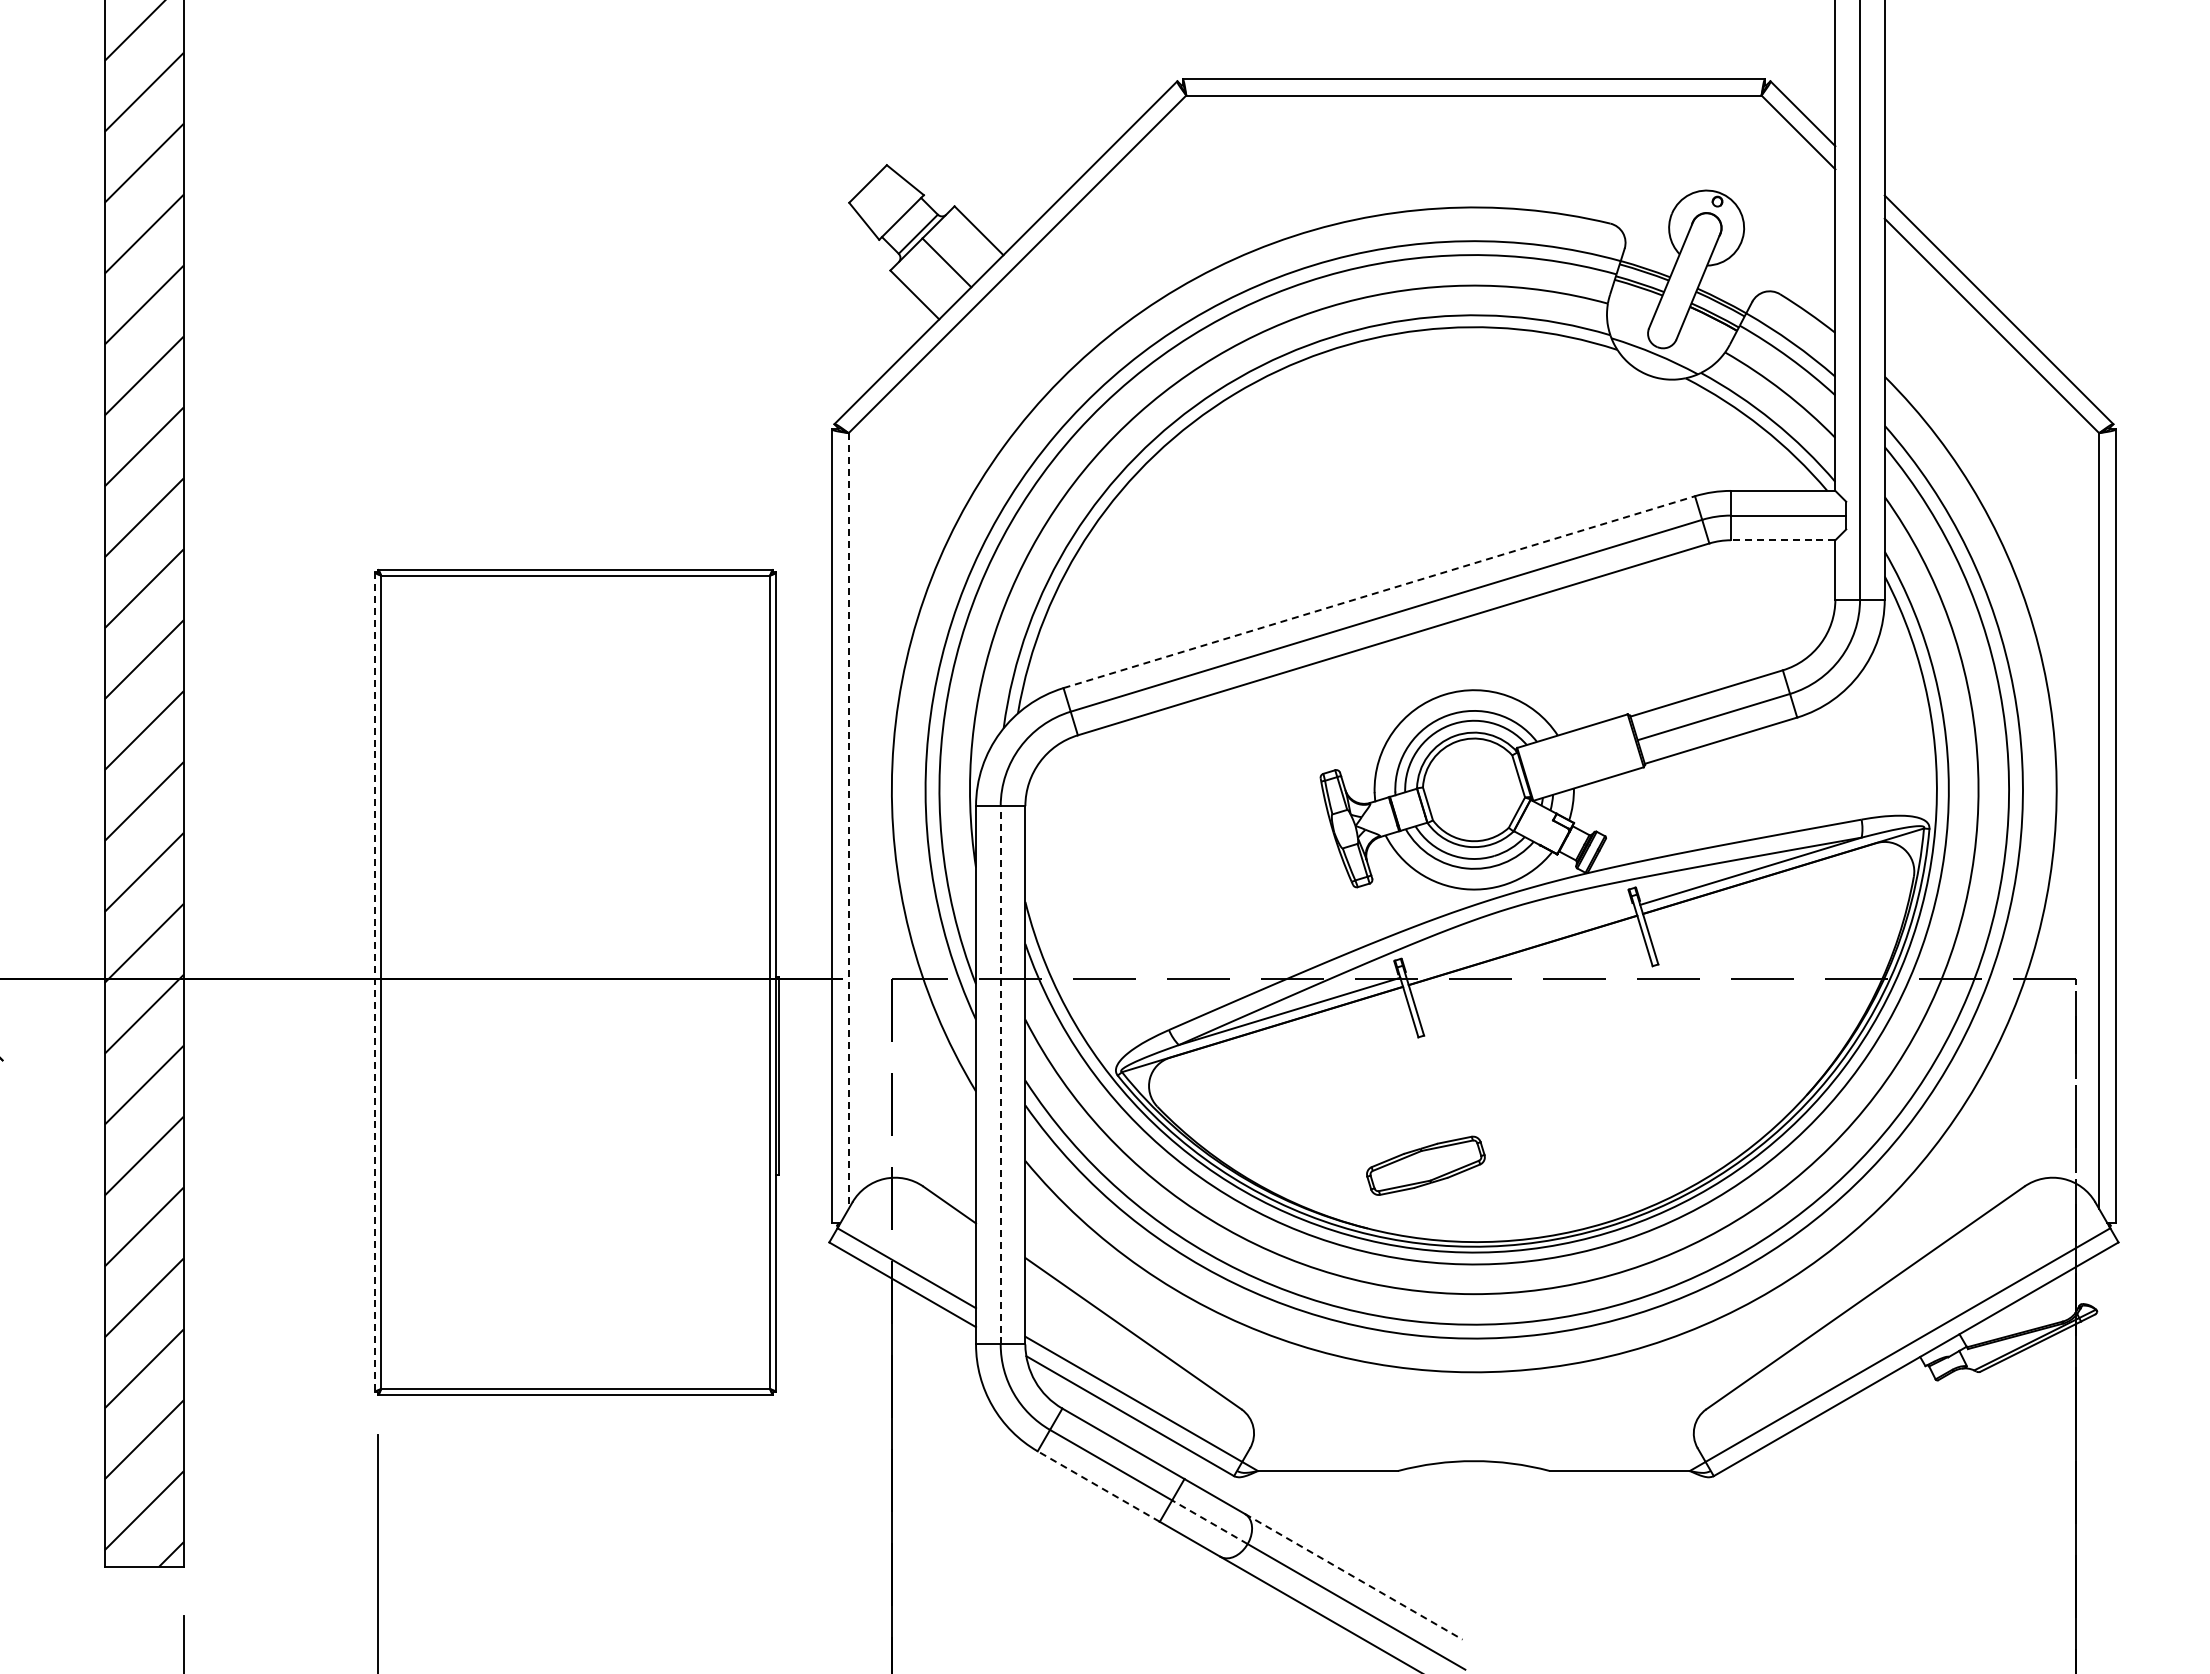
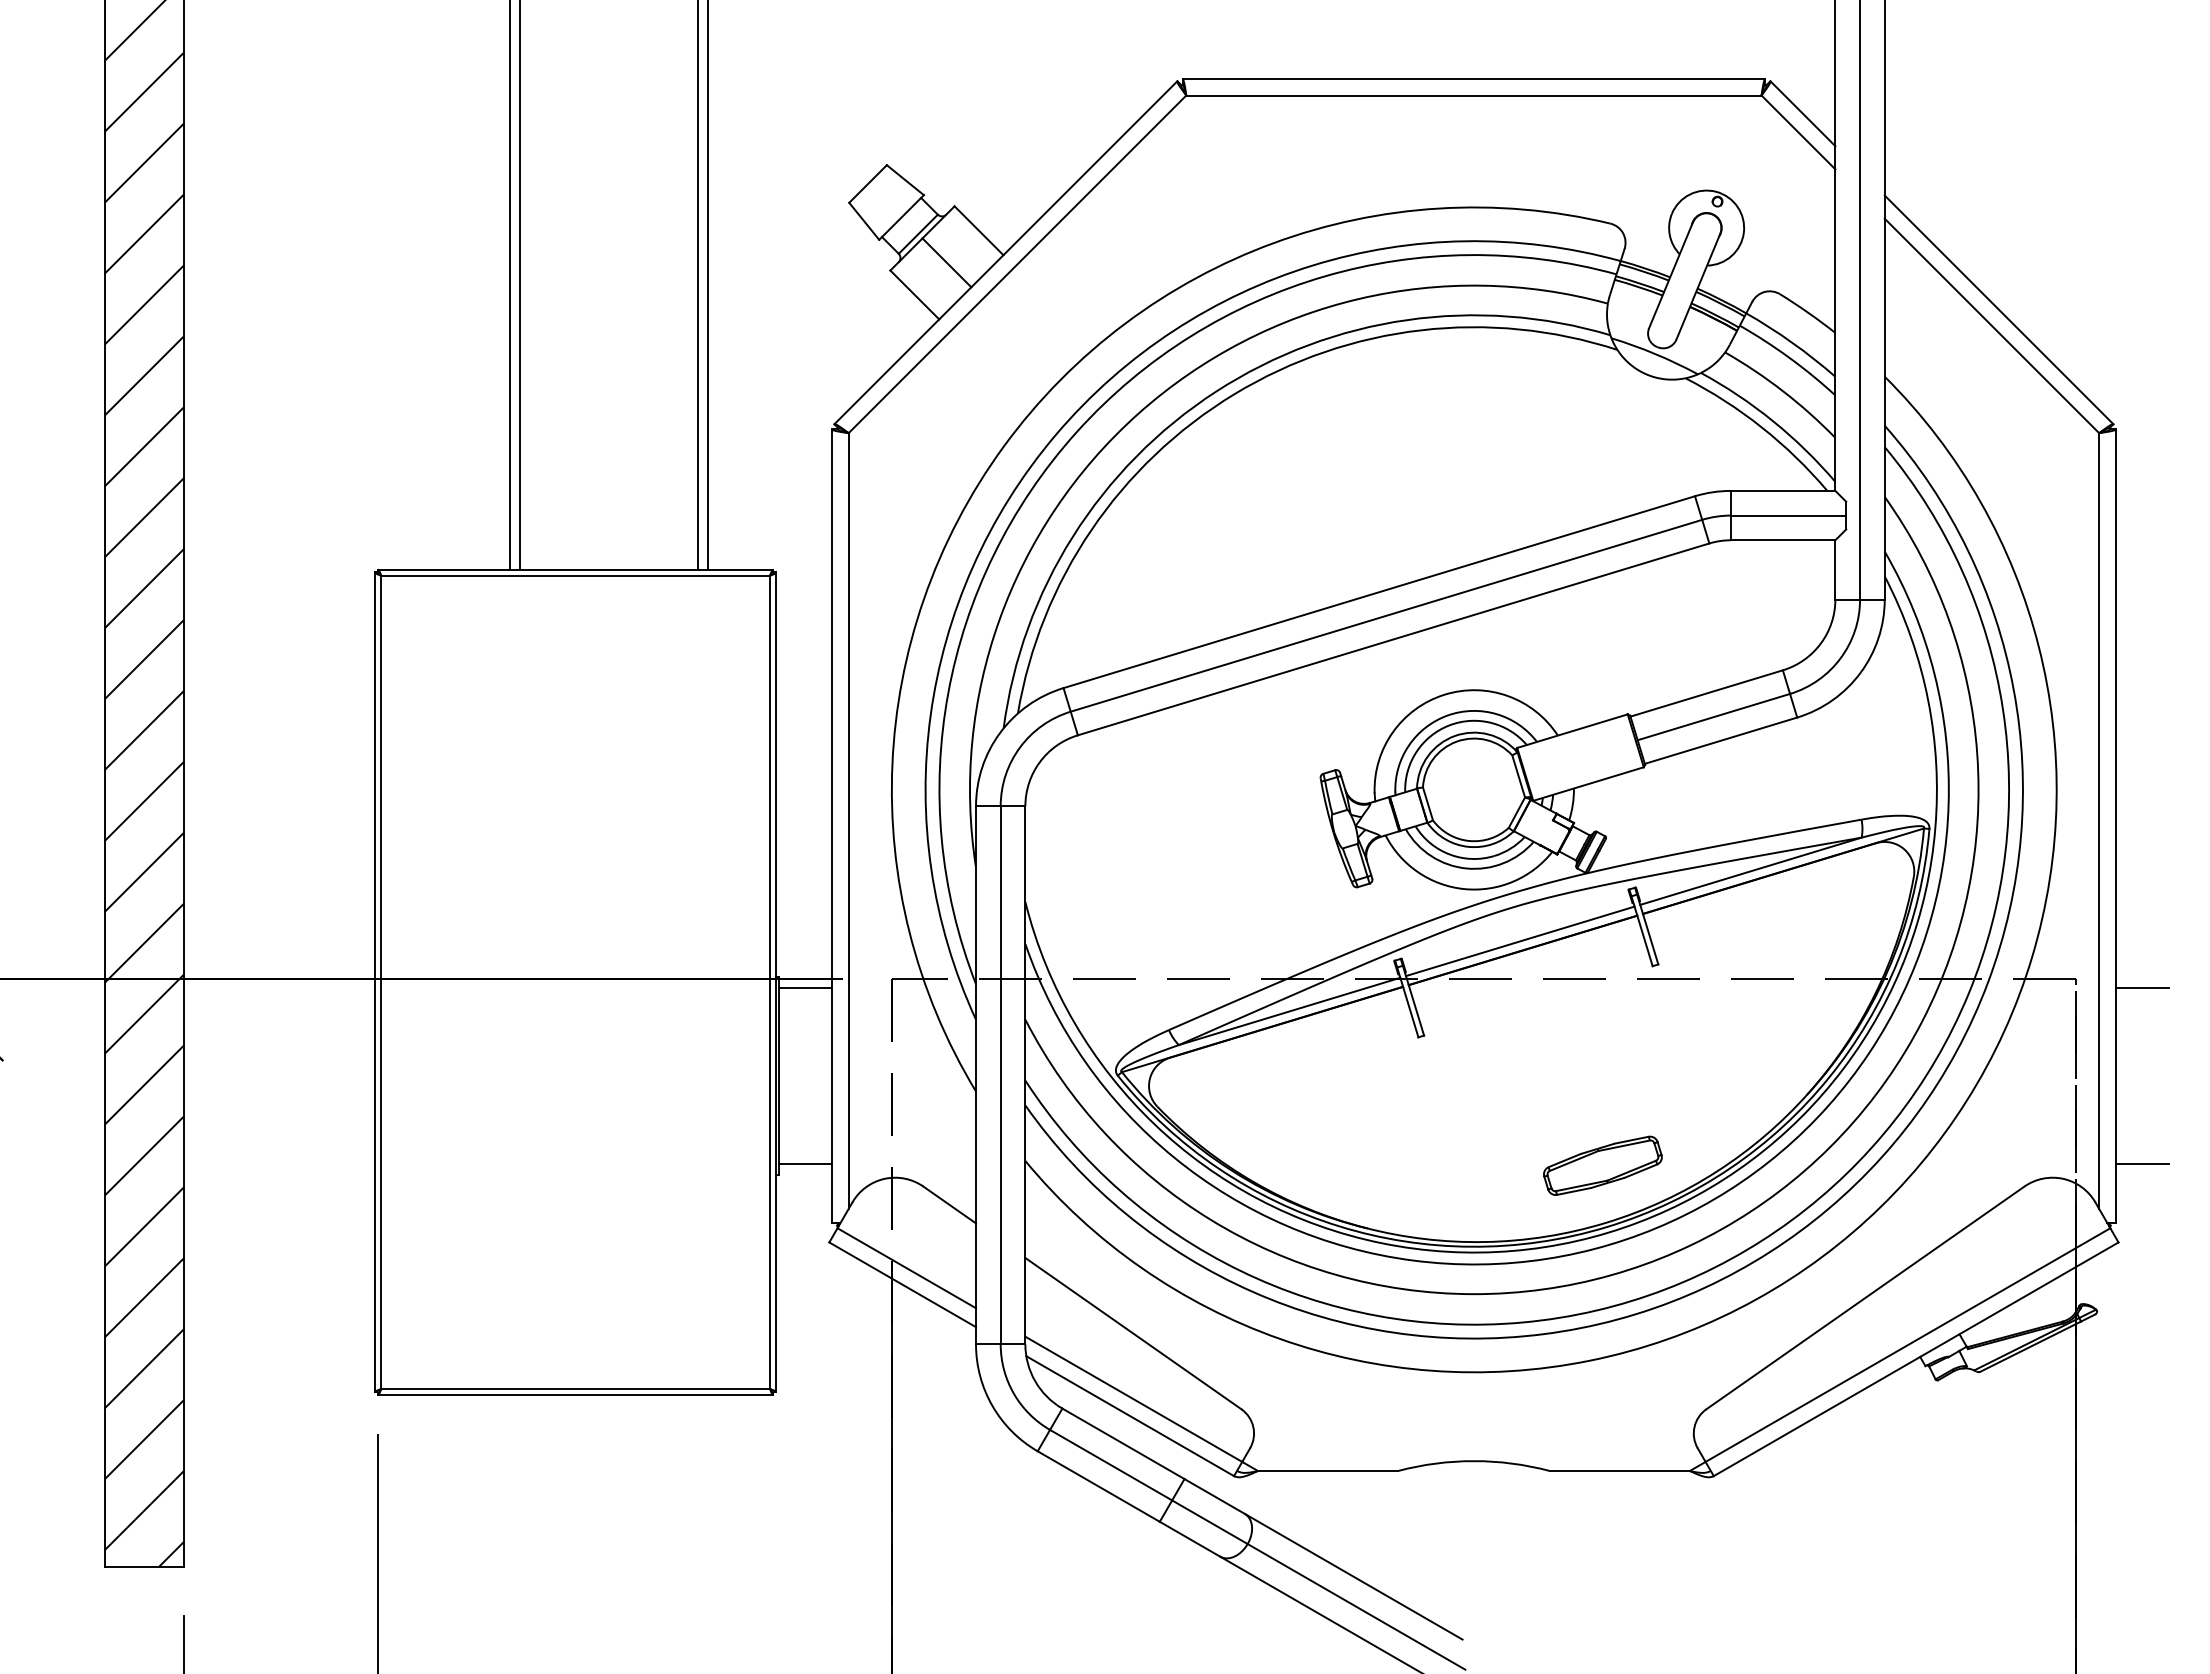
line at (510, 285): none -> present
line at (520, 285): none -> present
line at (698, 285): none -> present
line at (707, 285): none -> present
line at (1782, 540): dashed -> solid
line at (1379, 592): dashed -> solid
line at (848, 821): dashed -> solid
line at (1520, 941): none -> present
line at (375, 982): dashed -> solid
line at (805, 988): none -> present
line at (2141, 988): none -> present
line at (1000, 1074): dashed -> solid
line at (805, 1163): none -> present
line at (2141, 1163): none -> present
part at (1425, 1165) position: (1425, 1165) -> (1602, 1165)
line at (1098, 1486): dashed -> solid
line at (1209, 1522): dashed -> solid
line at (1353, 1576): dashed -> solid
